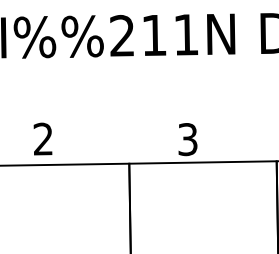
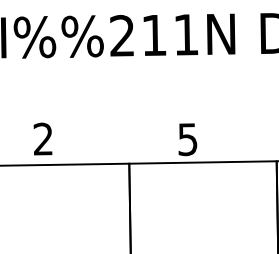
text at (188, 139): 3 -> 5
